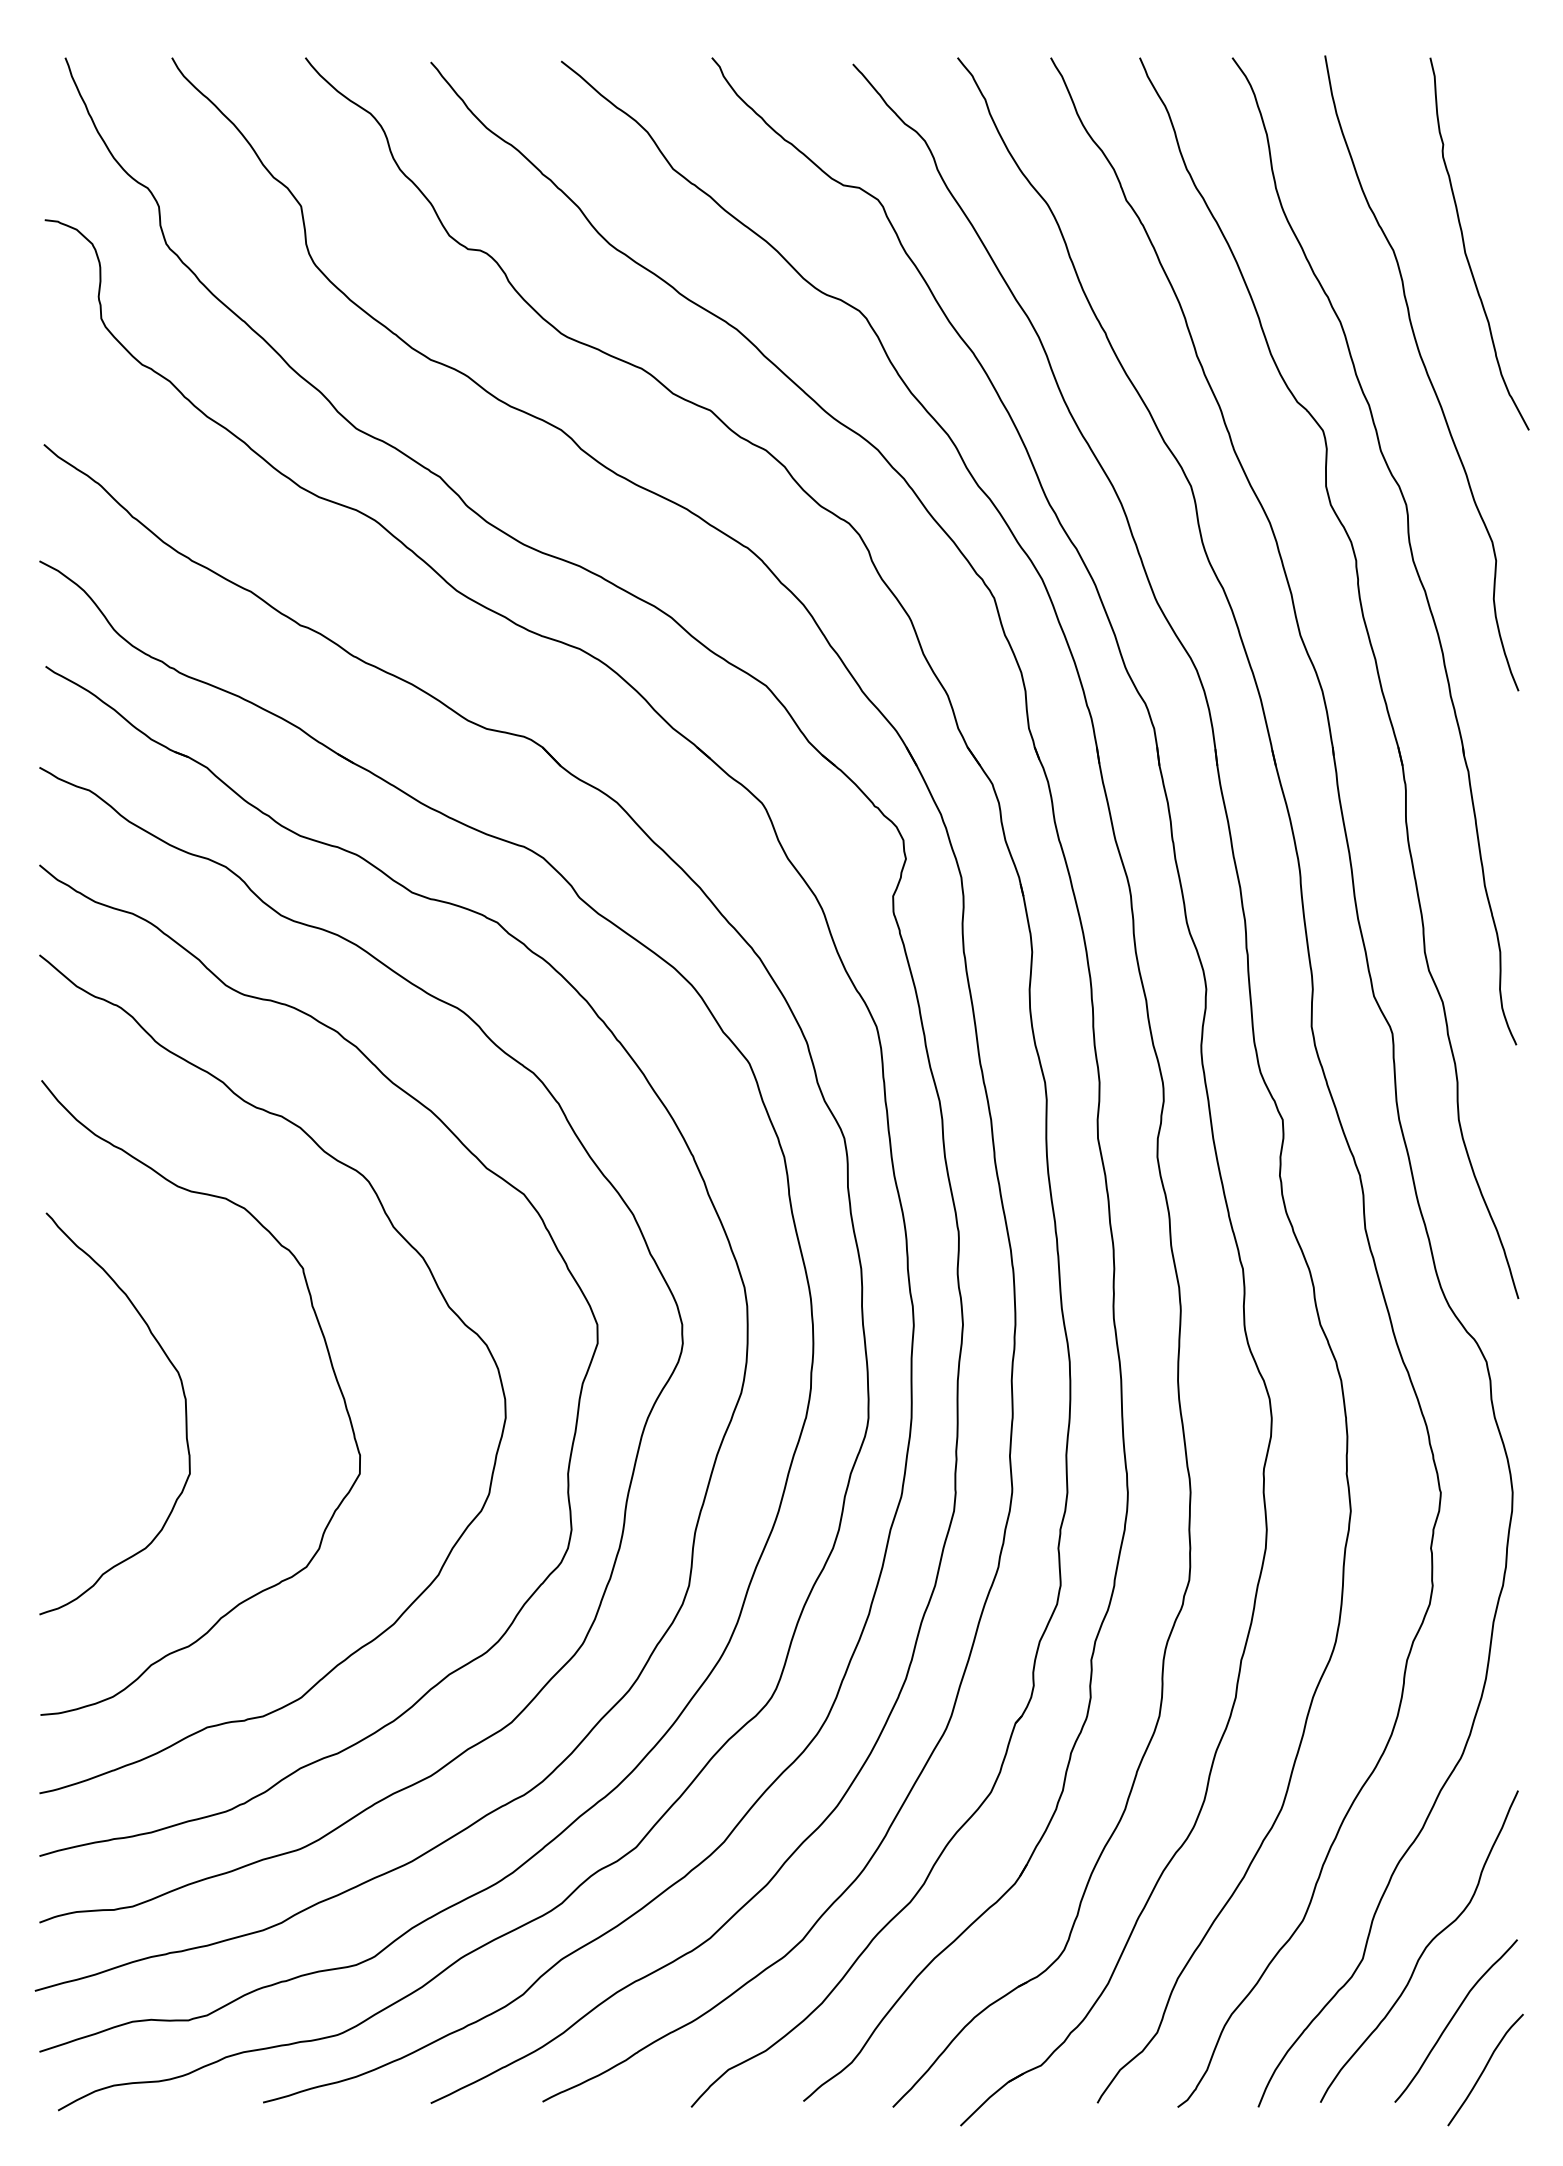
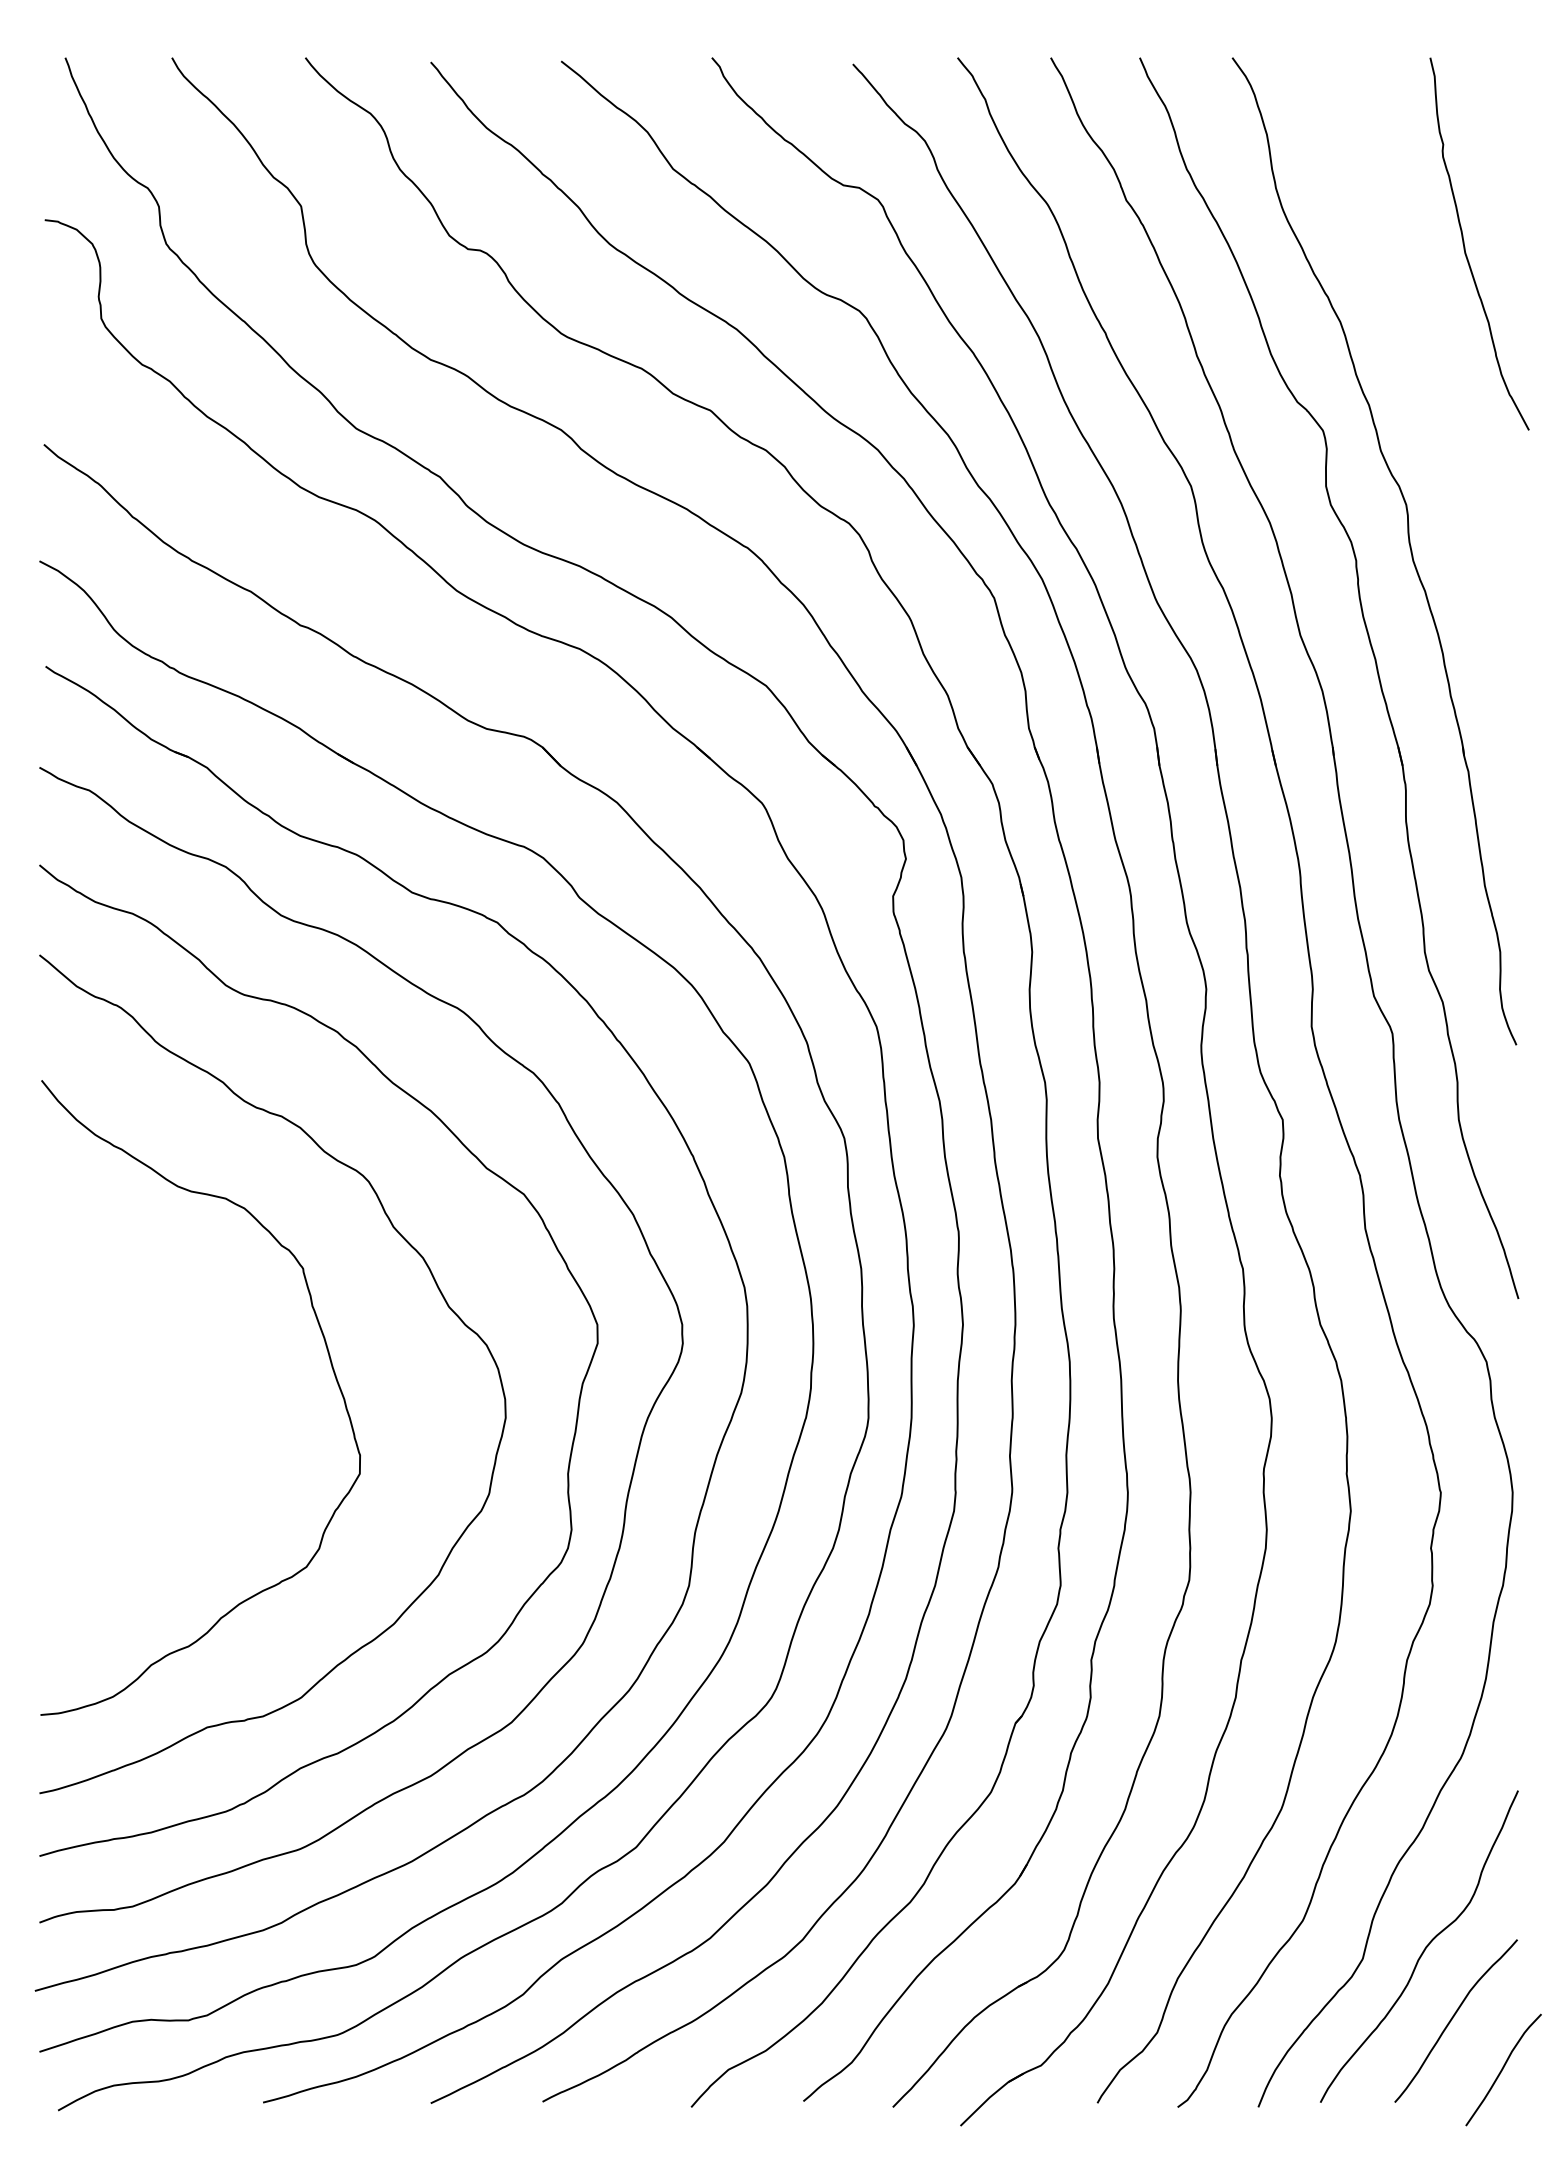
curve at (1425, 371): present -> none
curve at (185, 1413): present -> none
curve at (1485, 2069) position: (1485, 2069) -> (1503, 2069)
